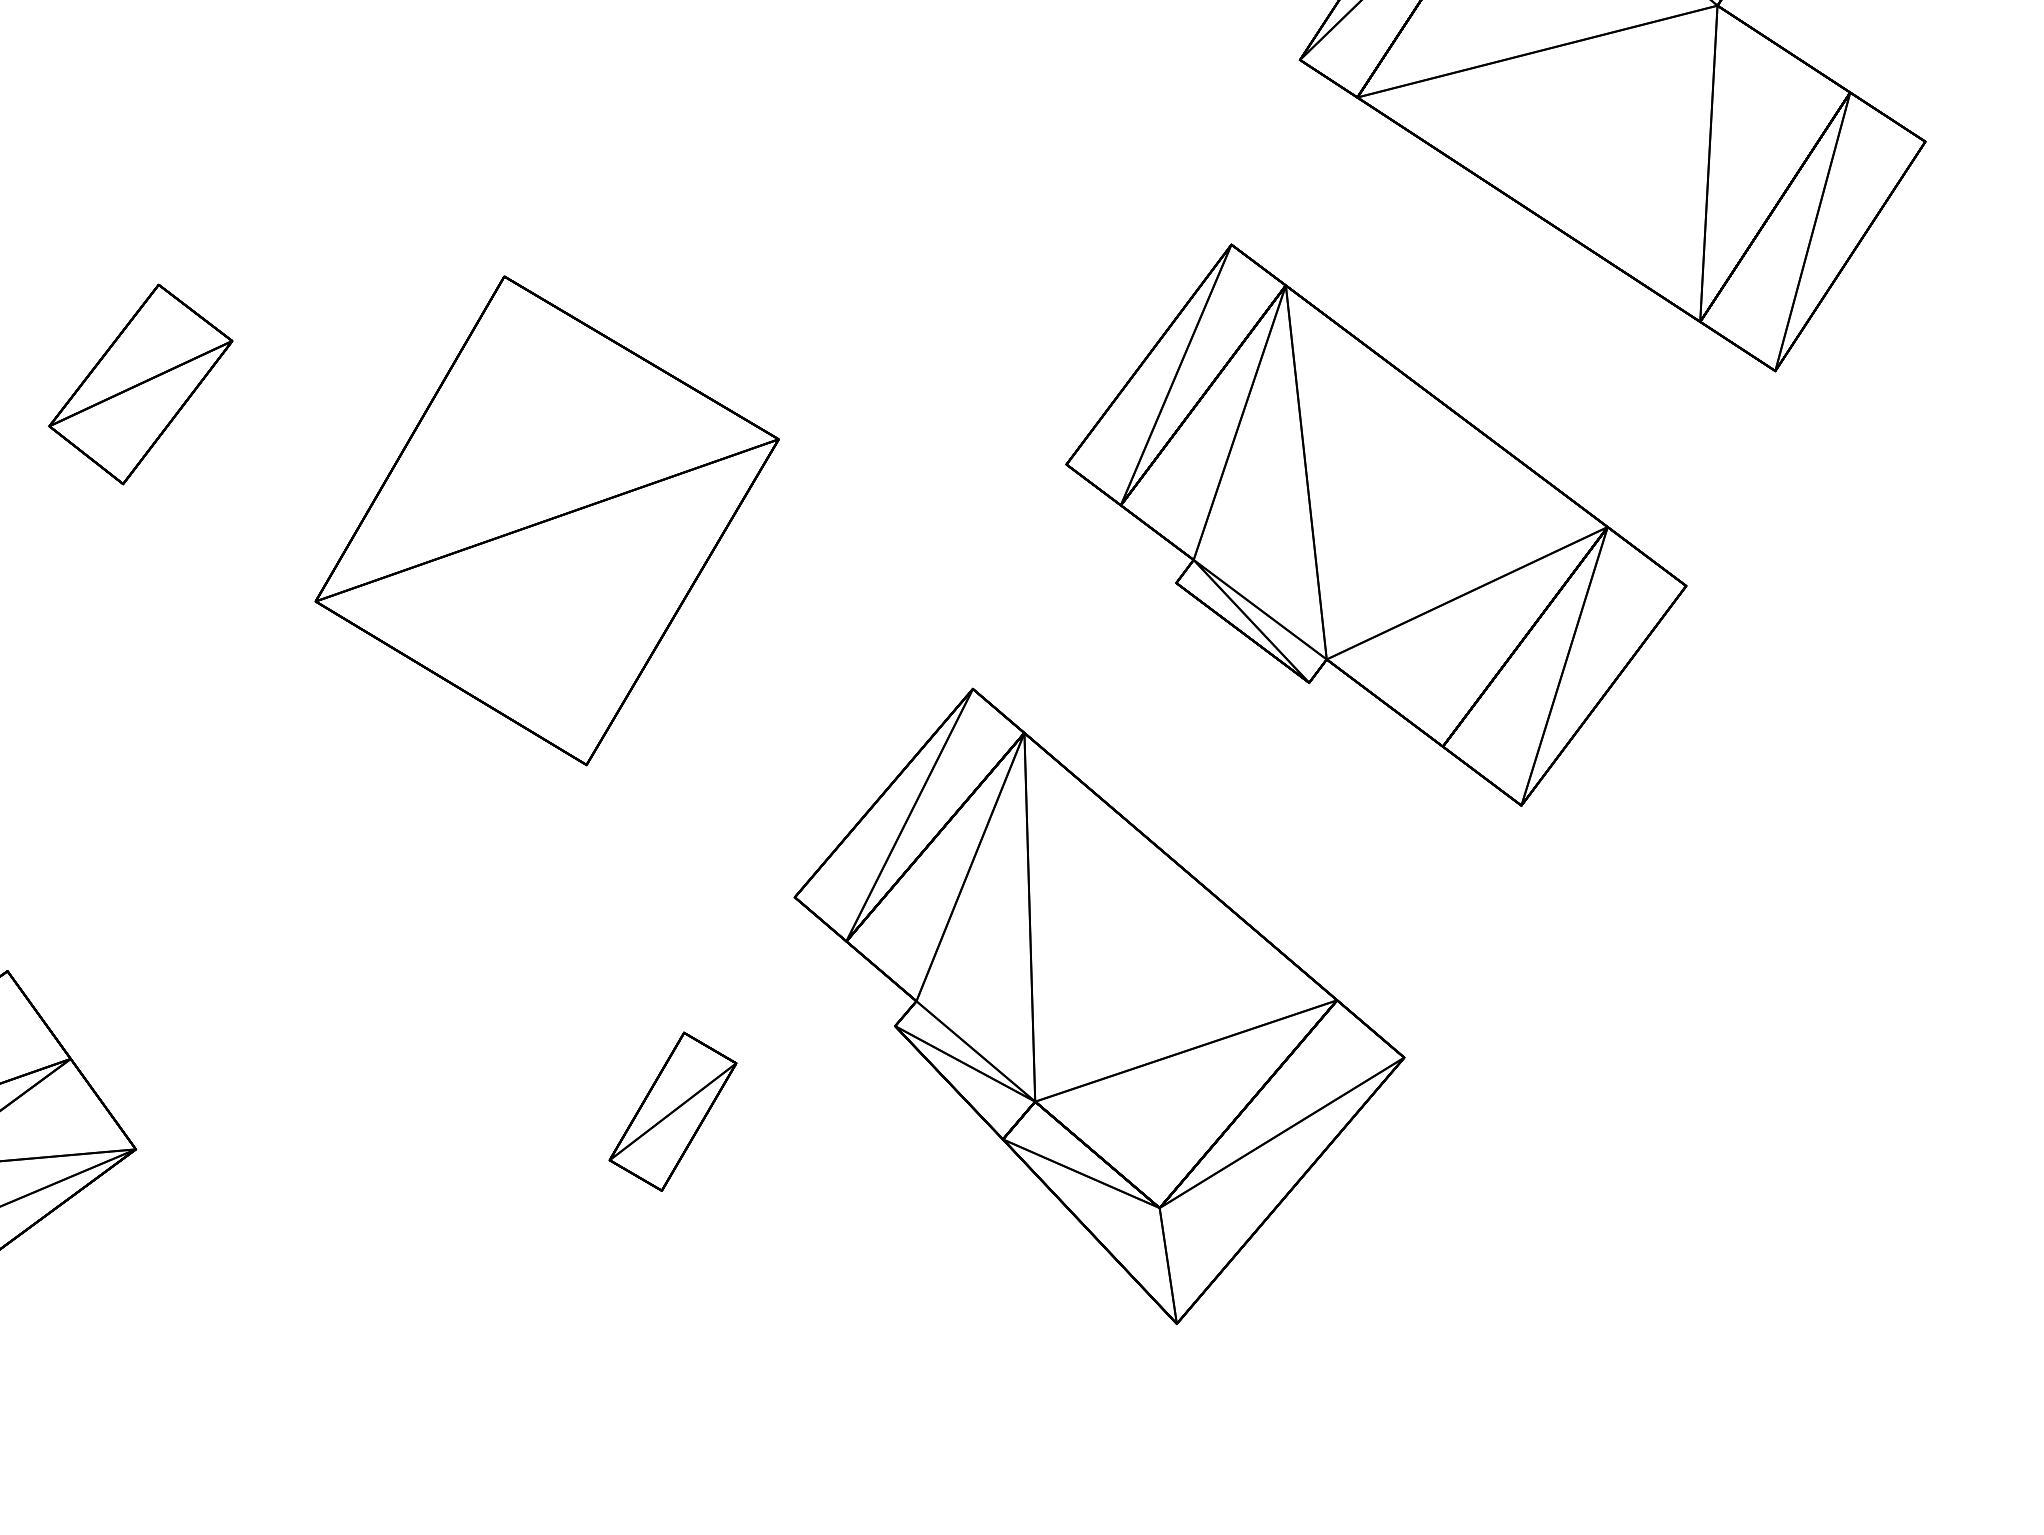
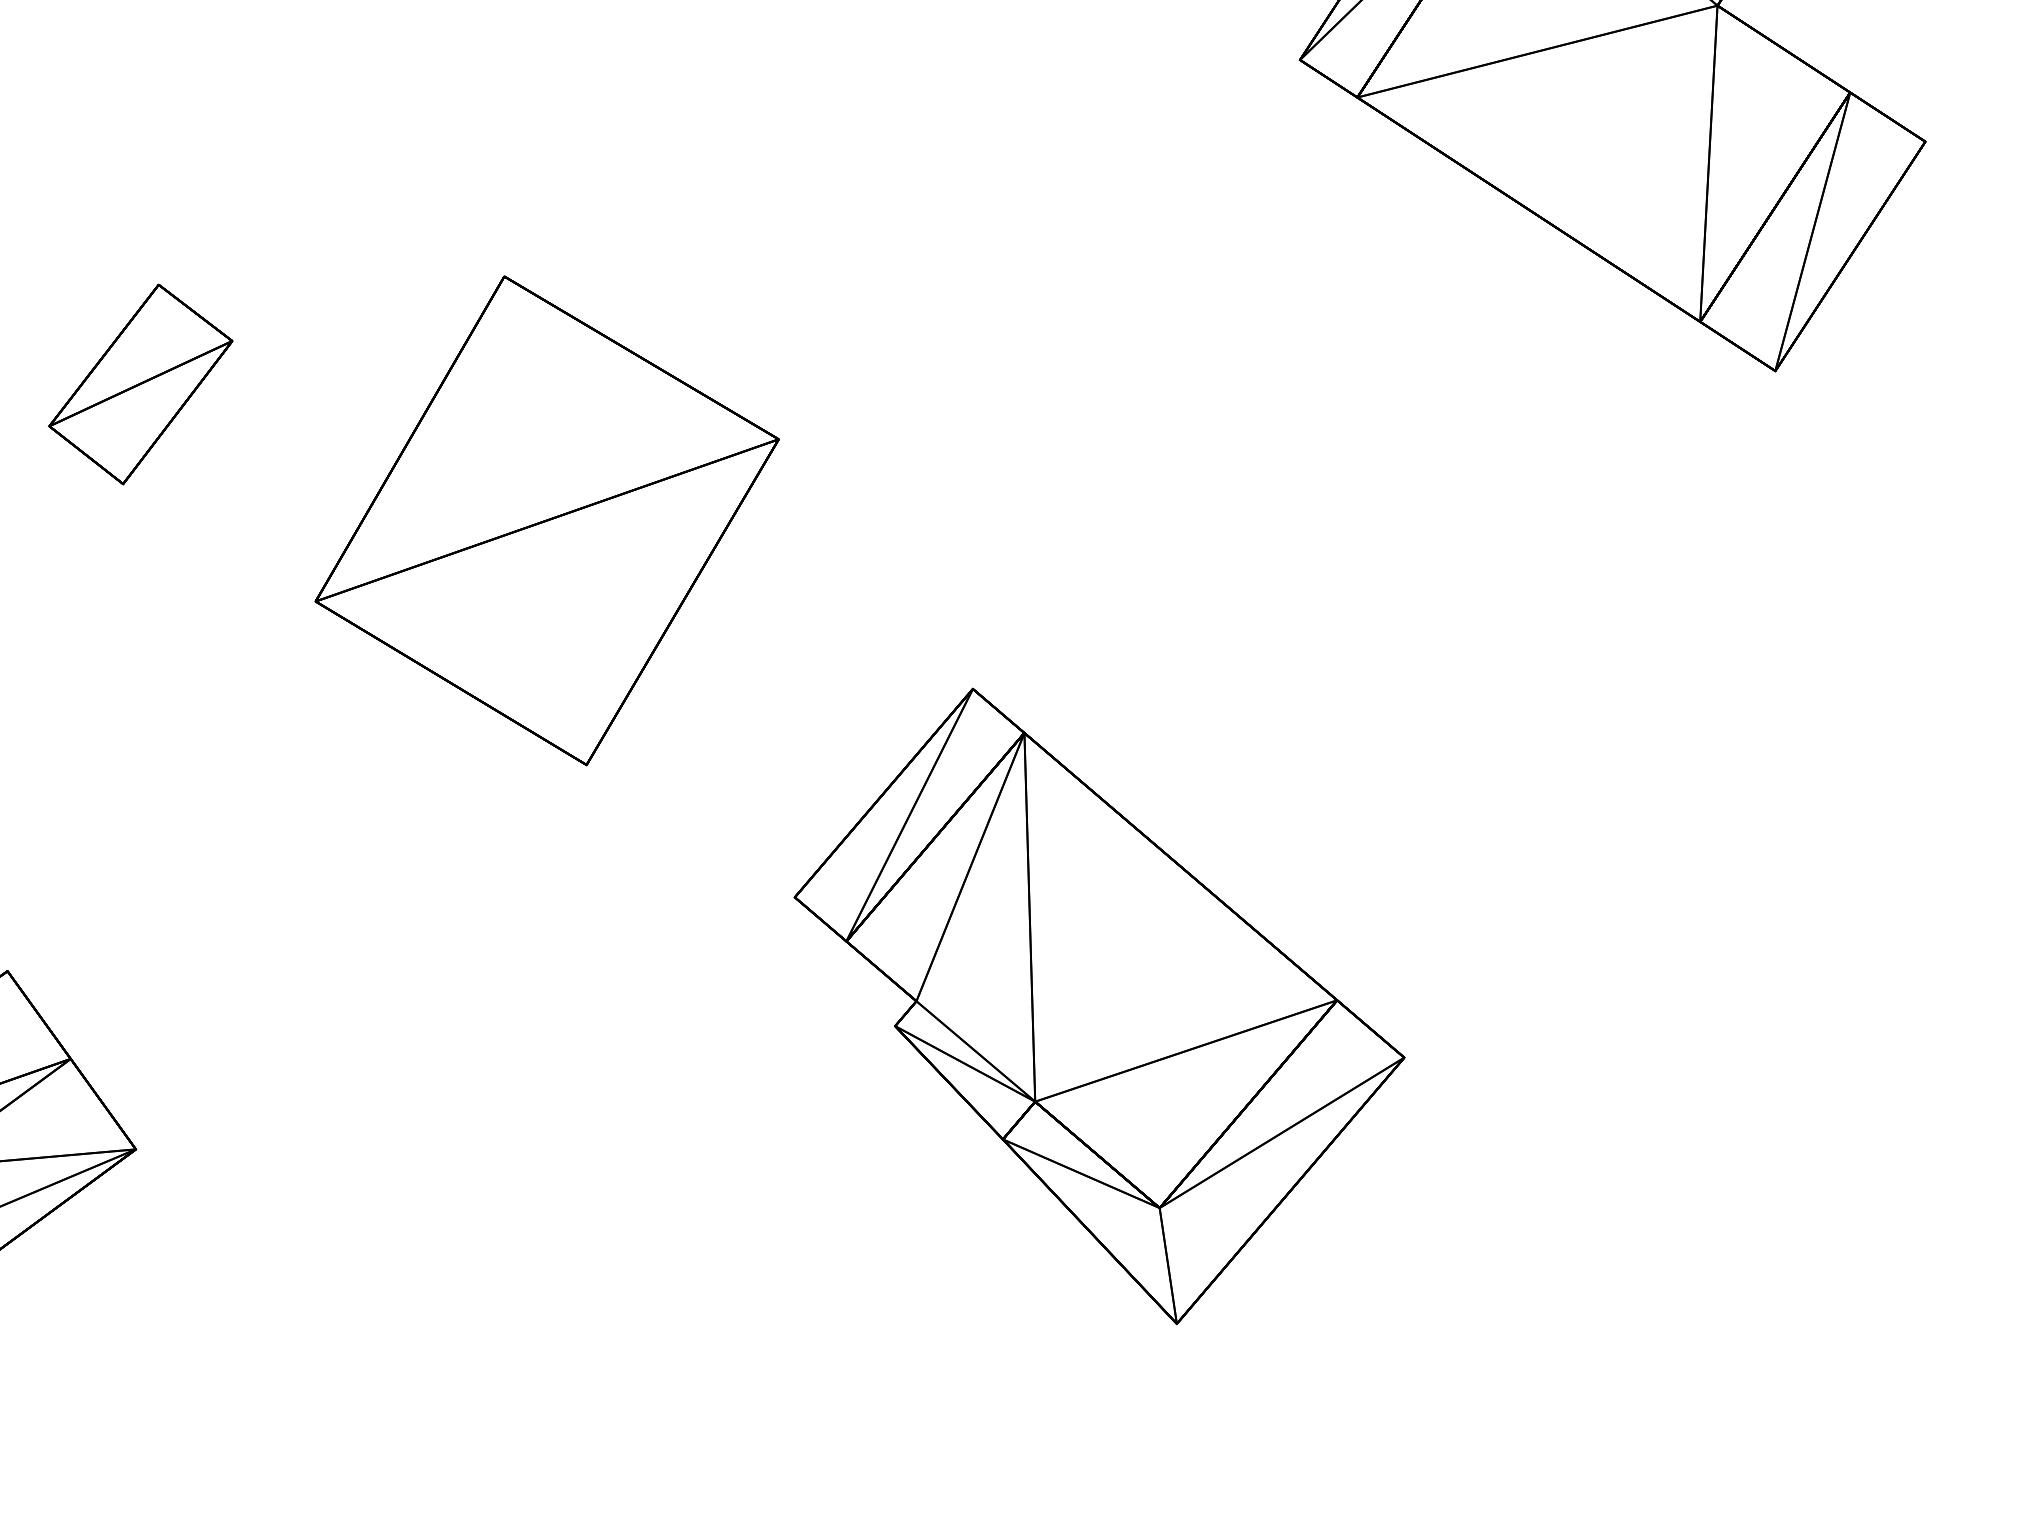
part at (1376, 524): present -> none
part at (672, 1111): present -> none
